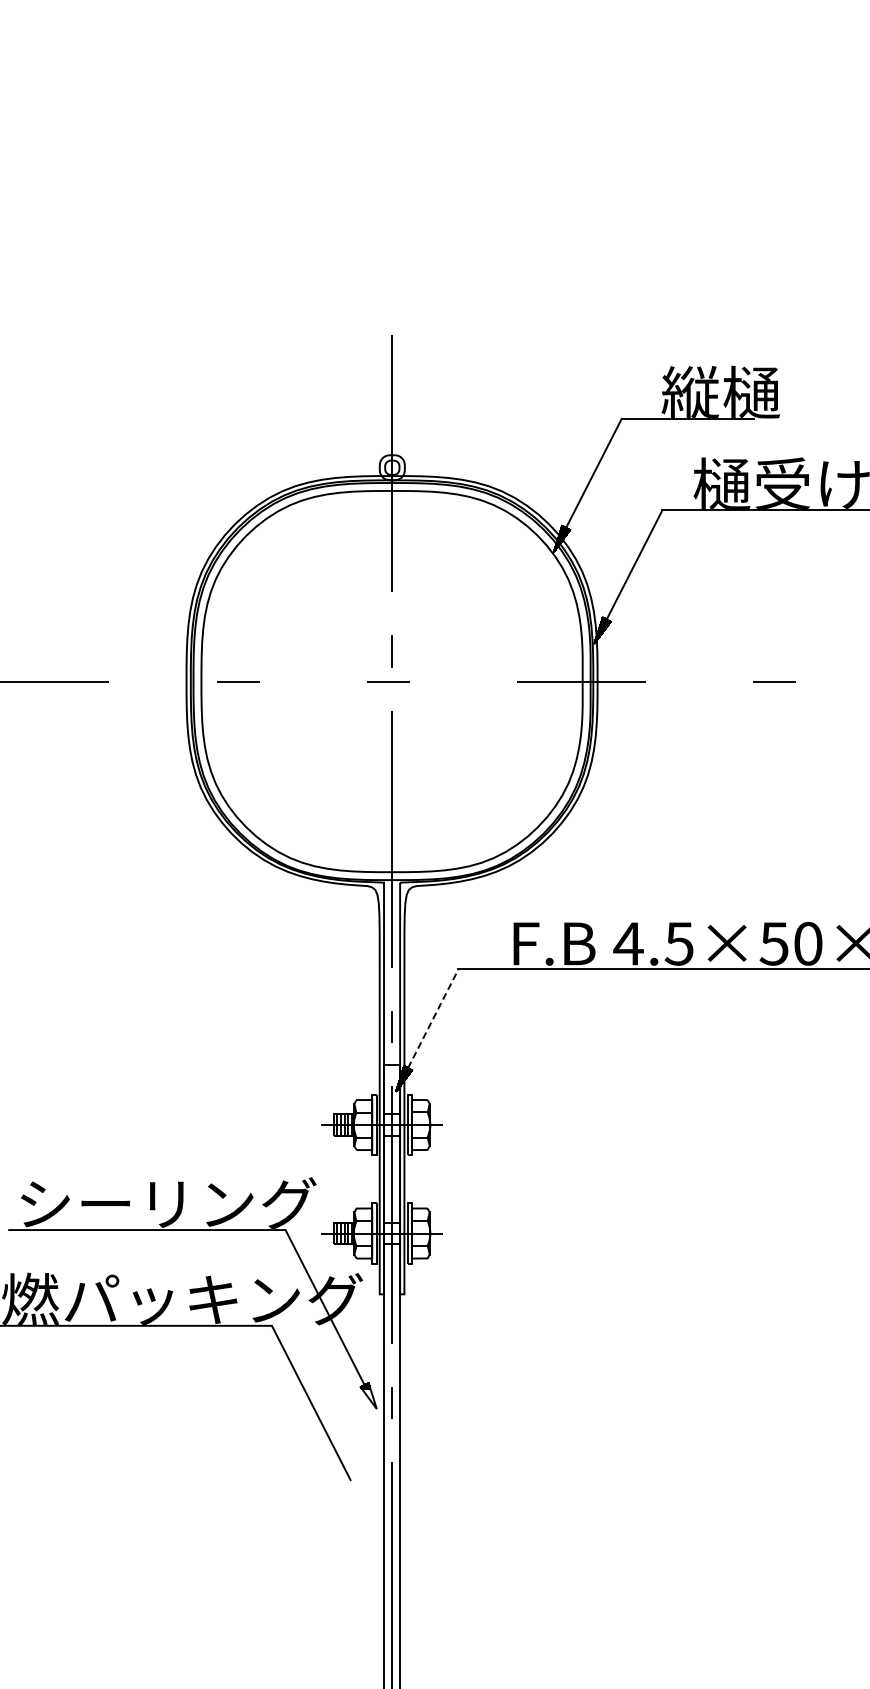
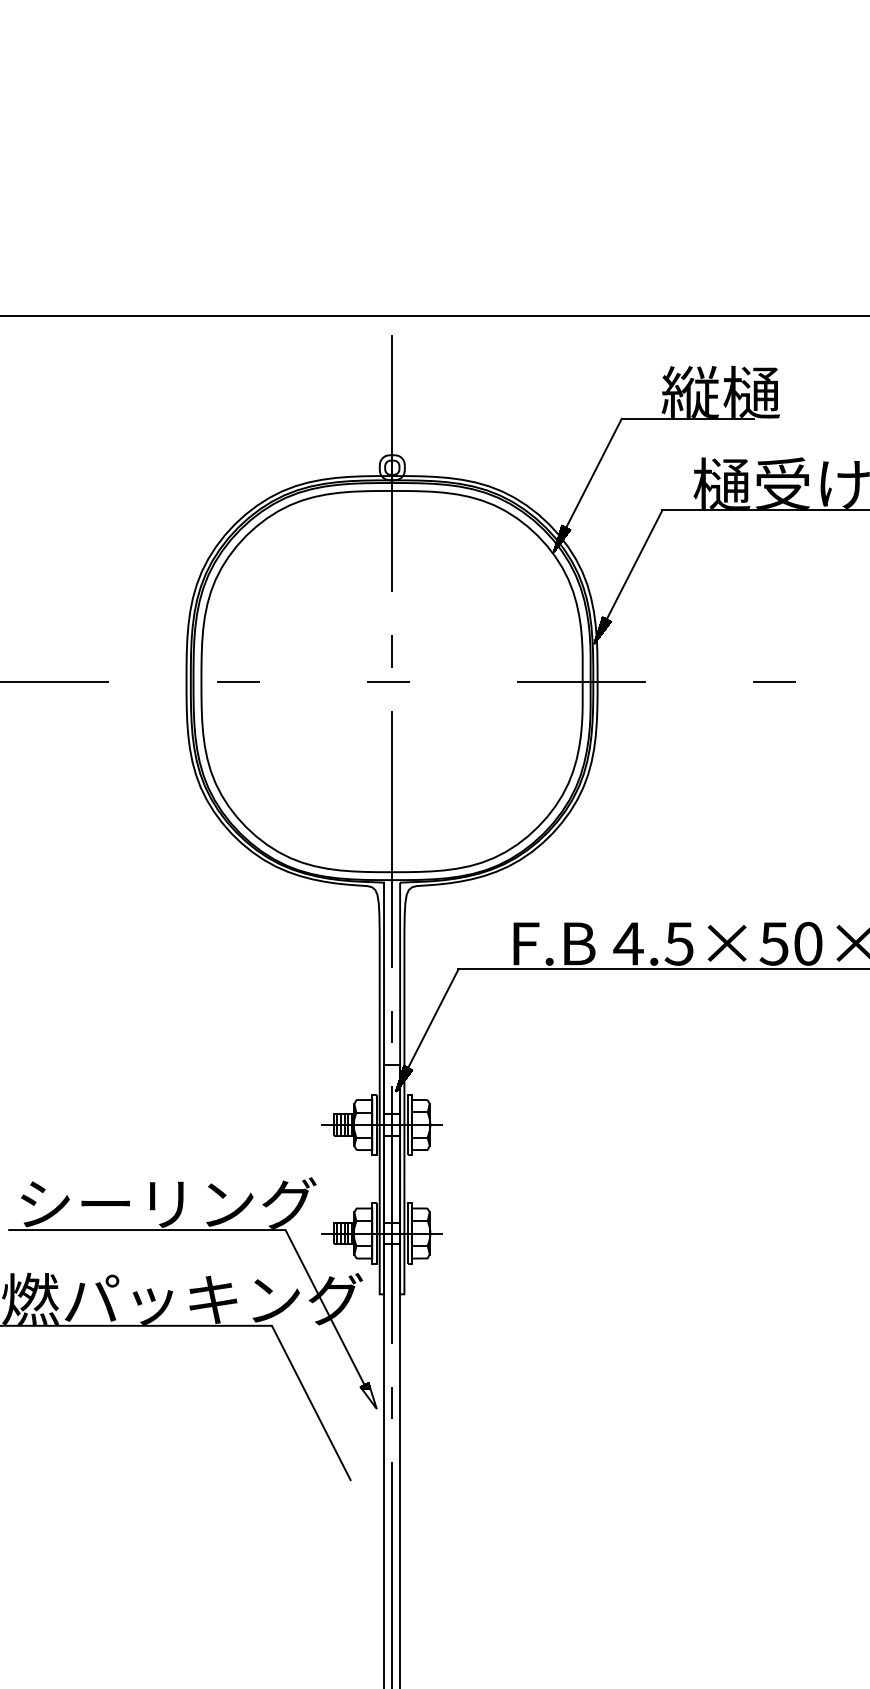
line at (434, 316): none -> present
line at (433, 1018): dashed -> solid
